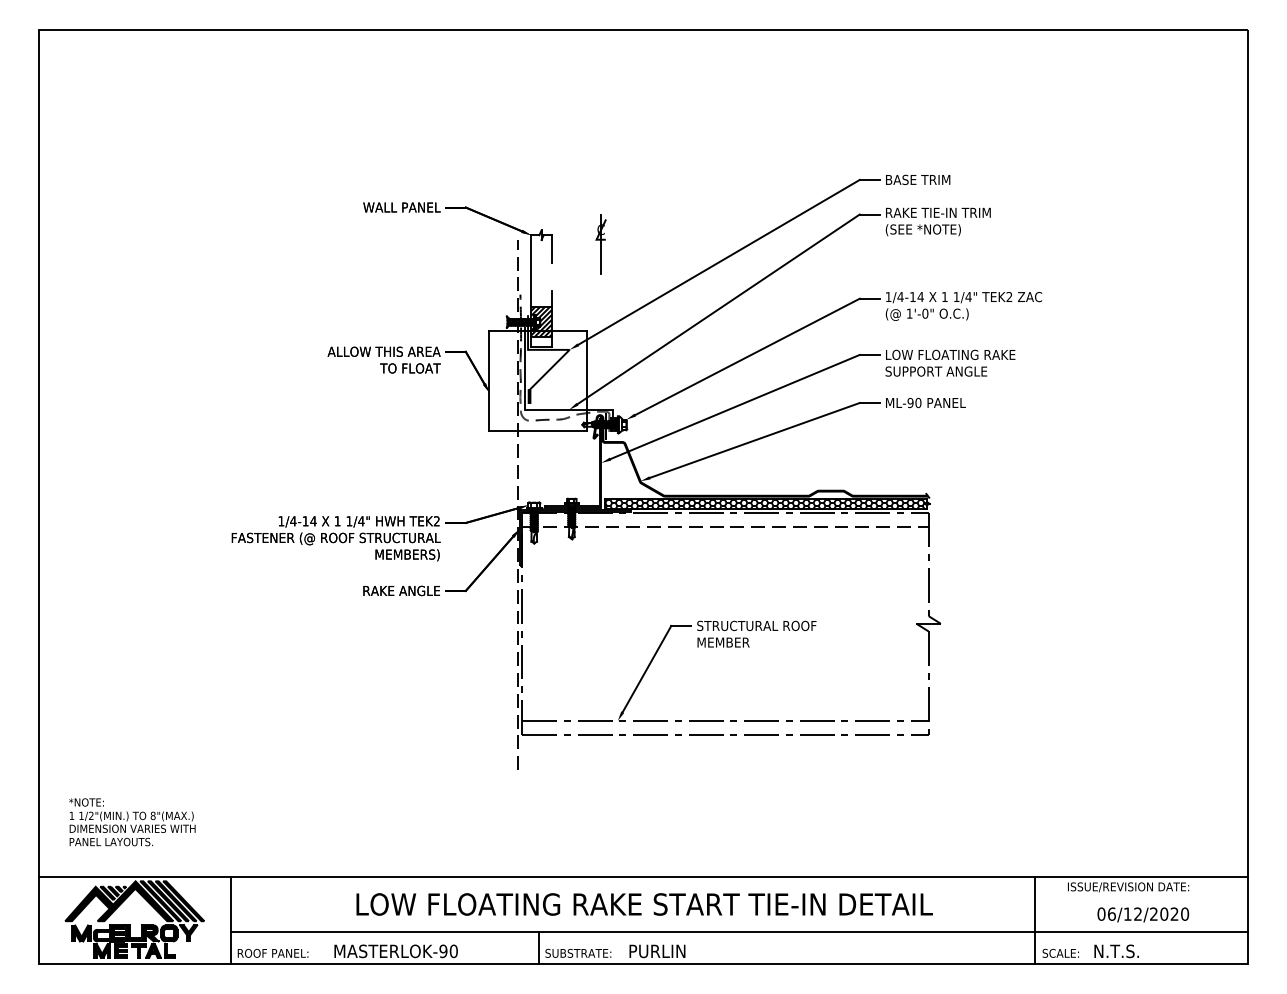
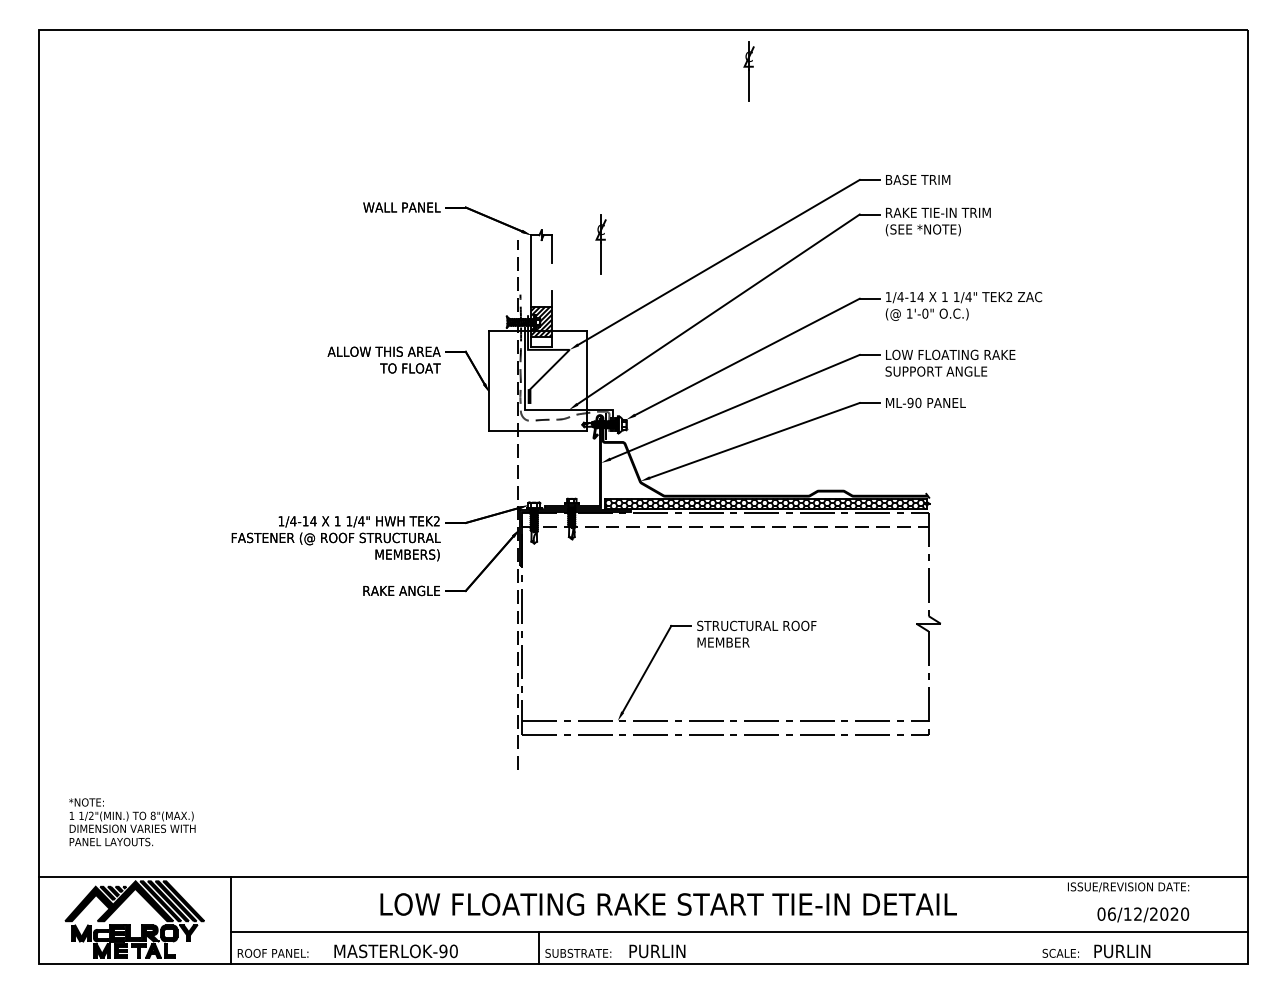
part at (748, 71): none -> present
text at (644, 904) position: (644, 904) -> (668, 904)
line at (1034, 920): present -> none
text at (1123, 951): N.T.S. -> PURLIN
